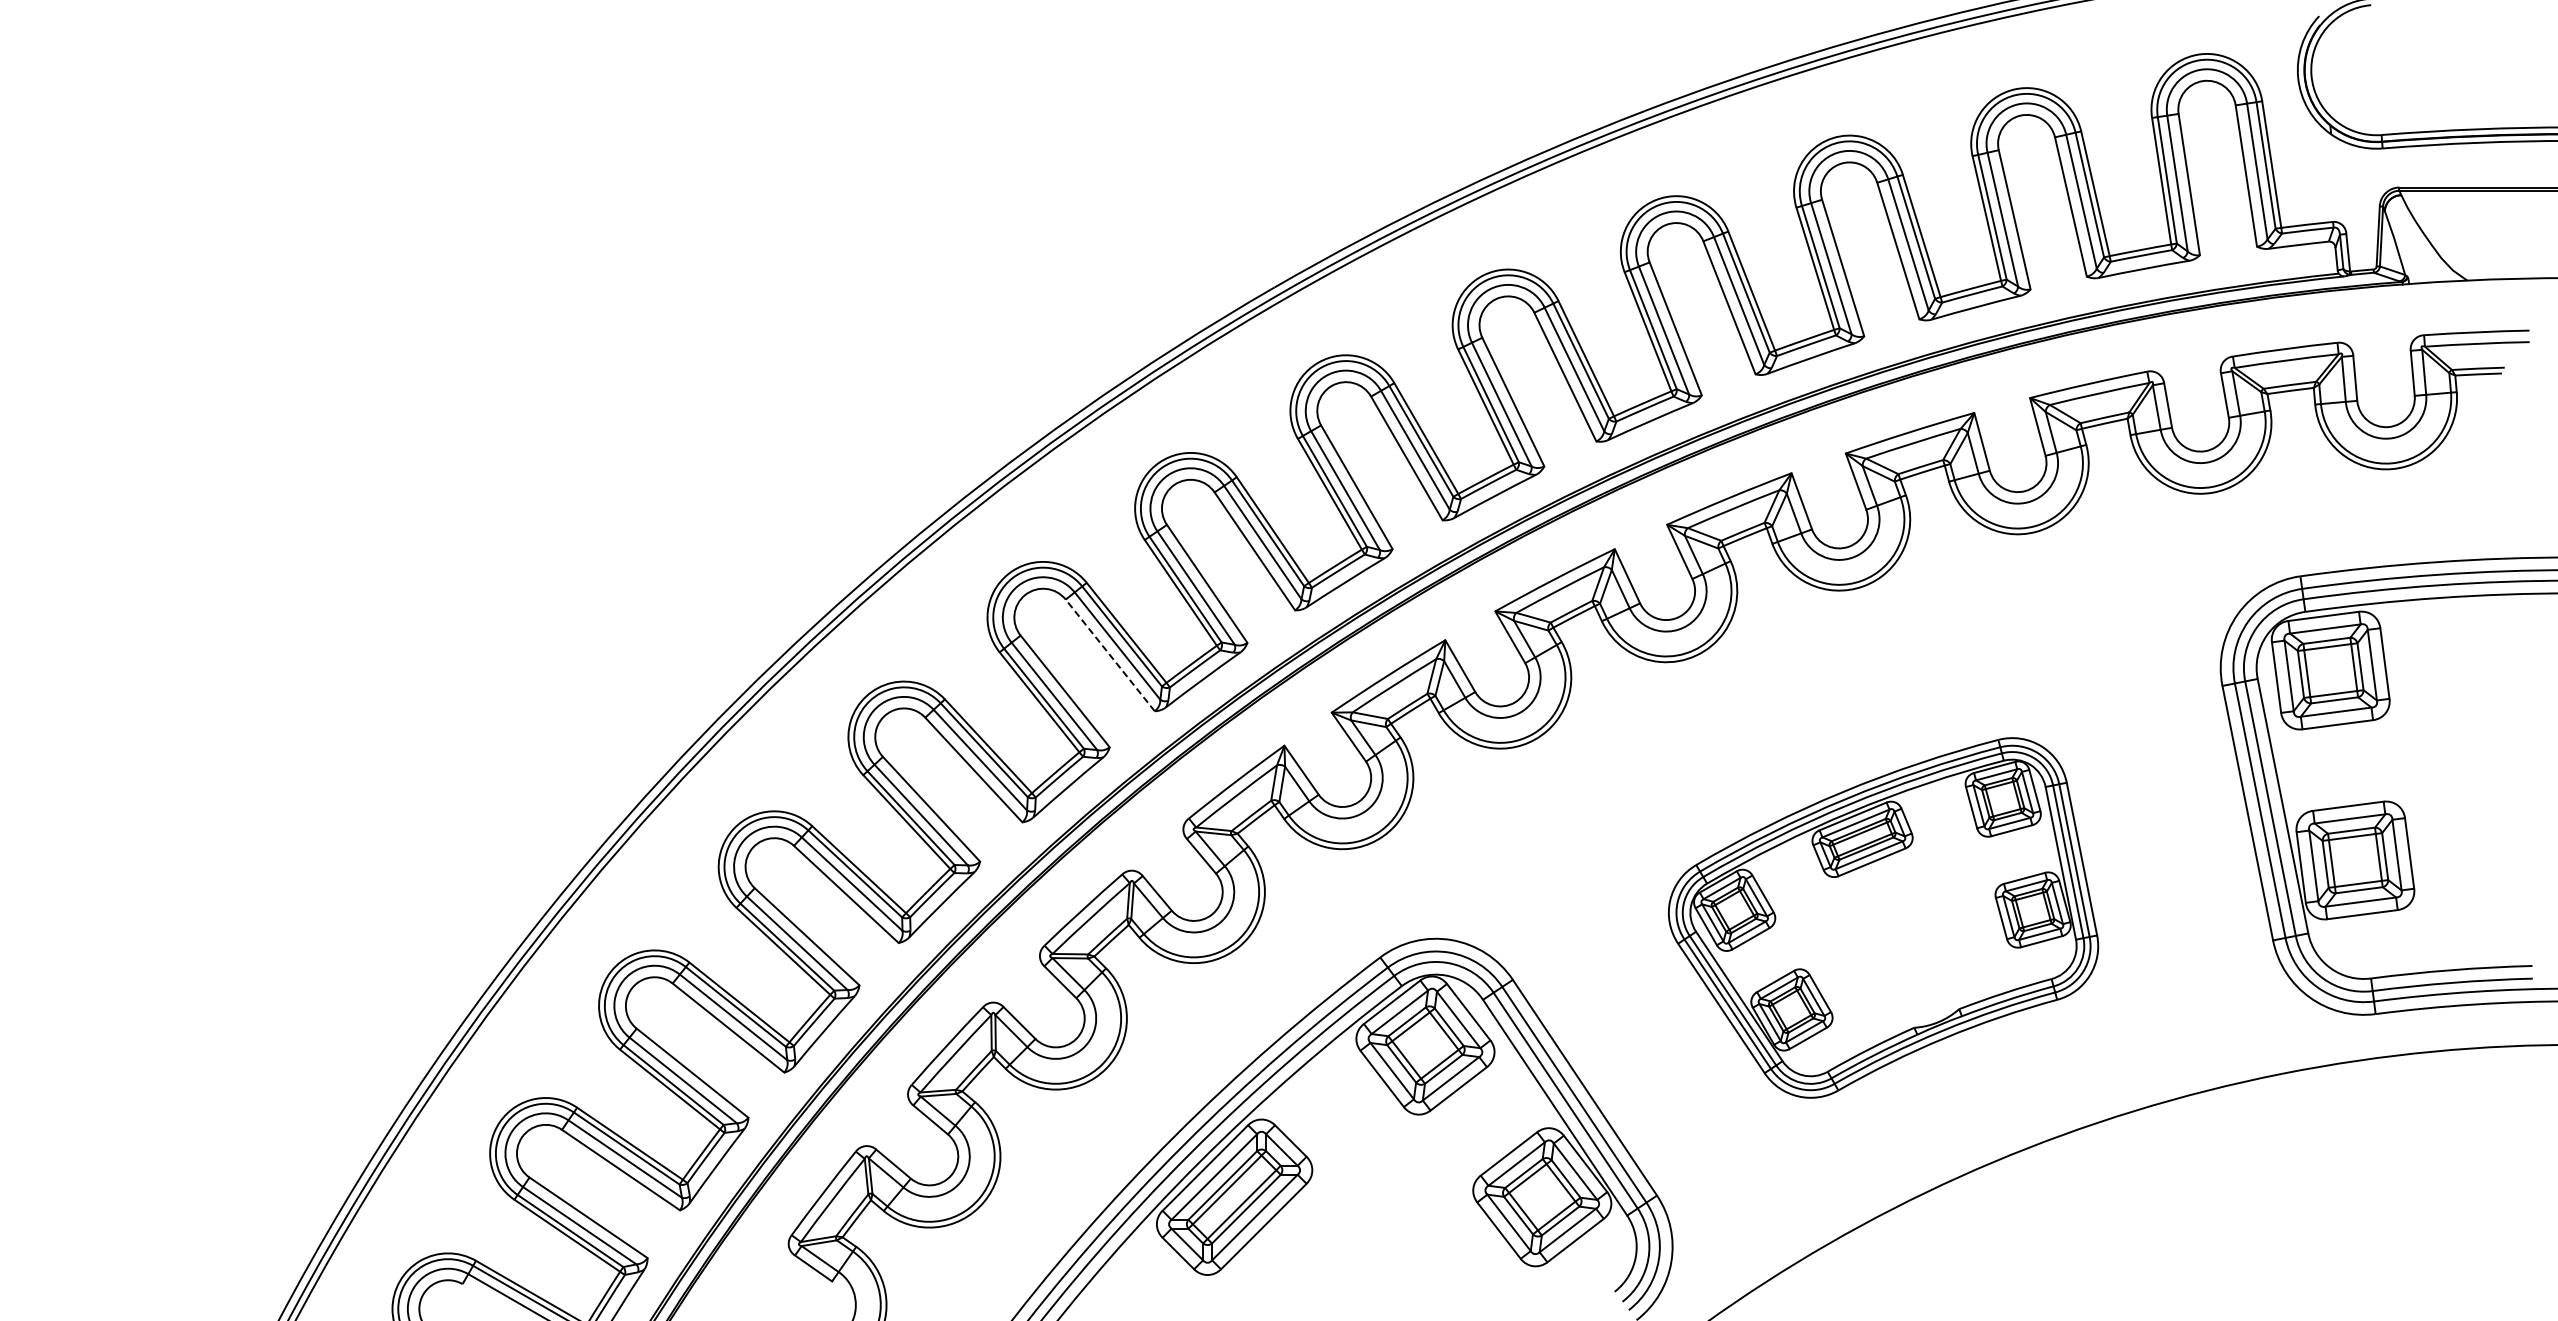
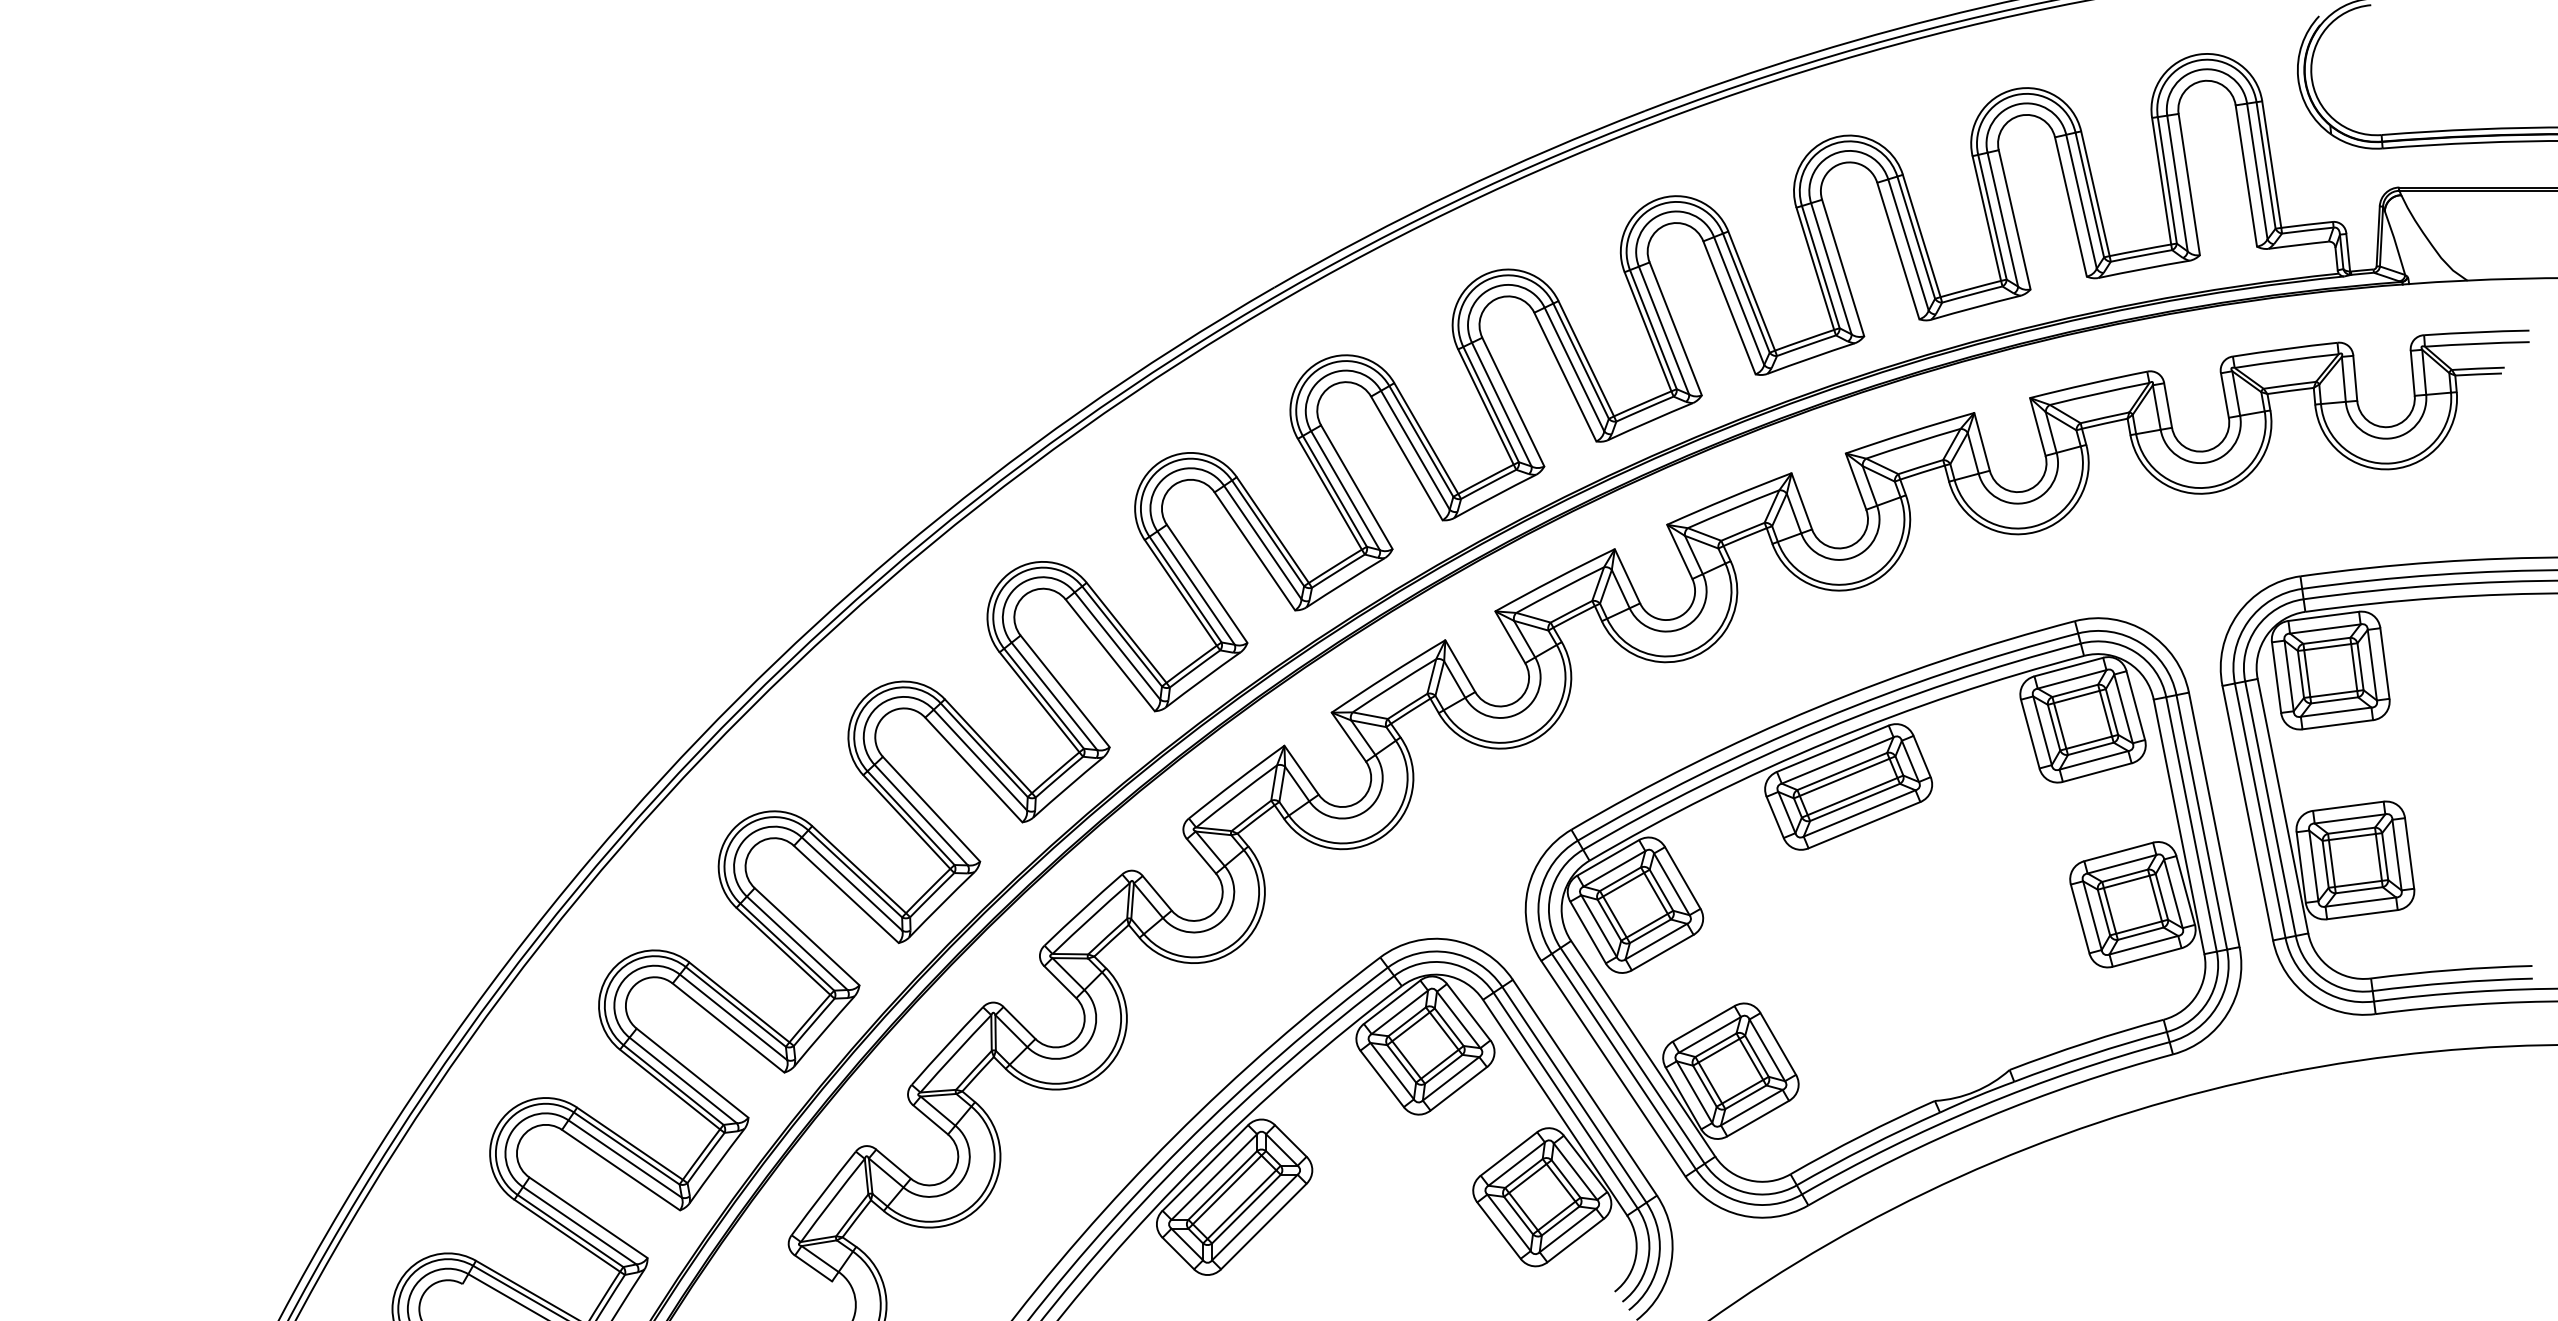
line at (1109, 655): dashed -> solid
part at (1883, 917) size: 432x362 px -> 719x602 px
